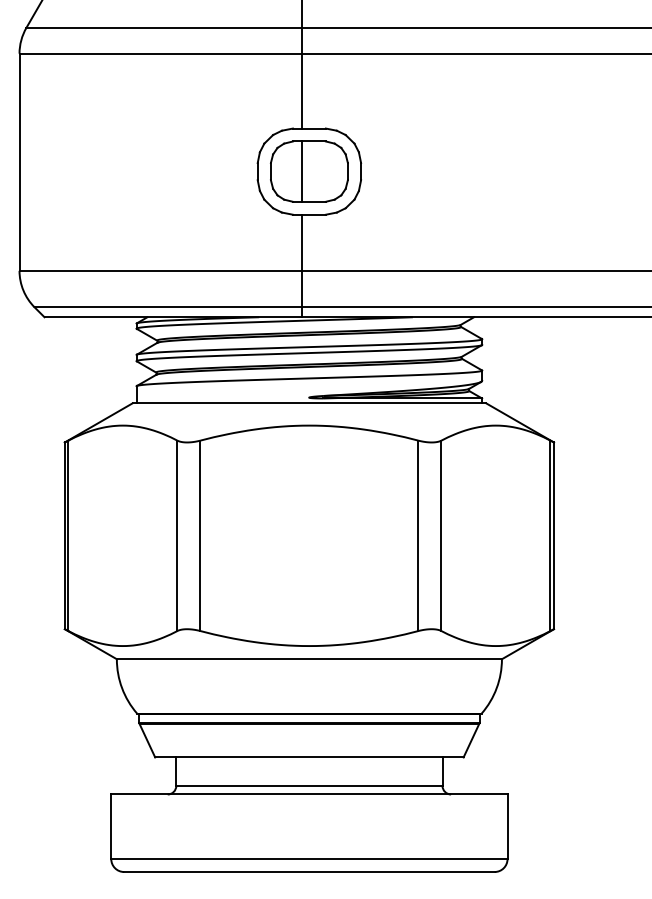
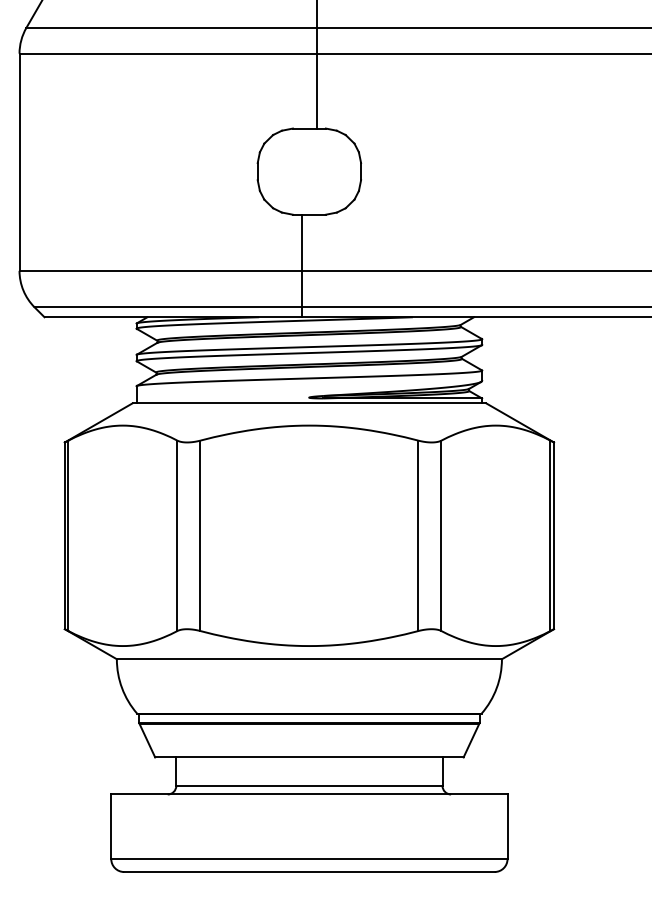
line at (302, 65) position: (302, 65) -> (317, 65)
part at (309, 171): present -> none
